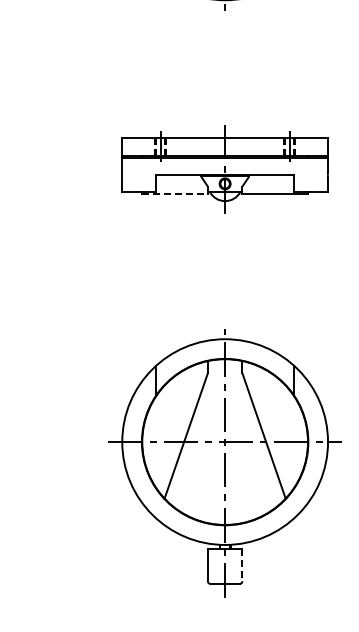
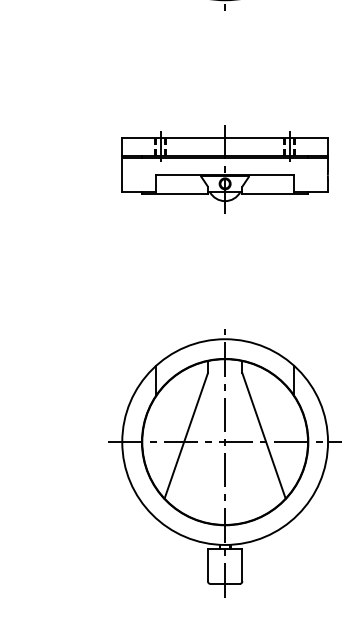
line at (175, 193): dashed -> solid
line at (242, 565): dashed -> solid
